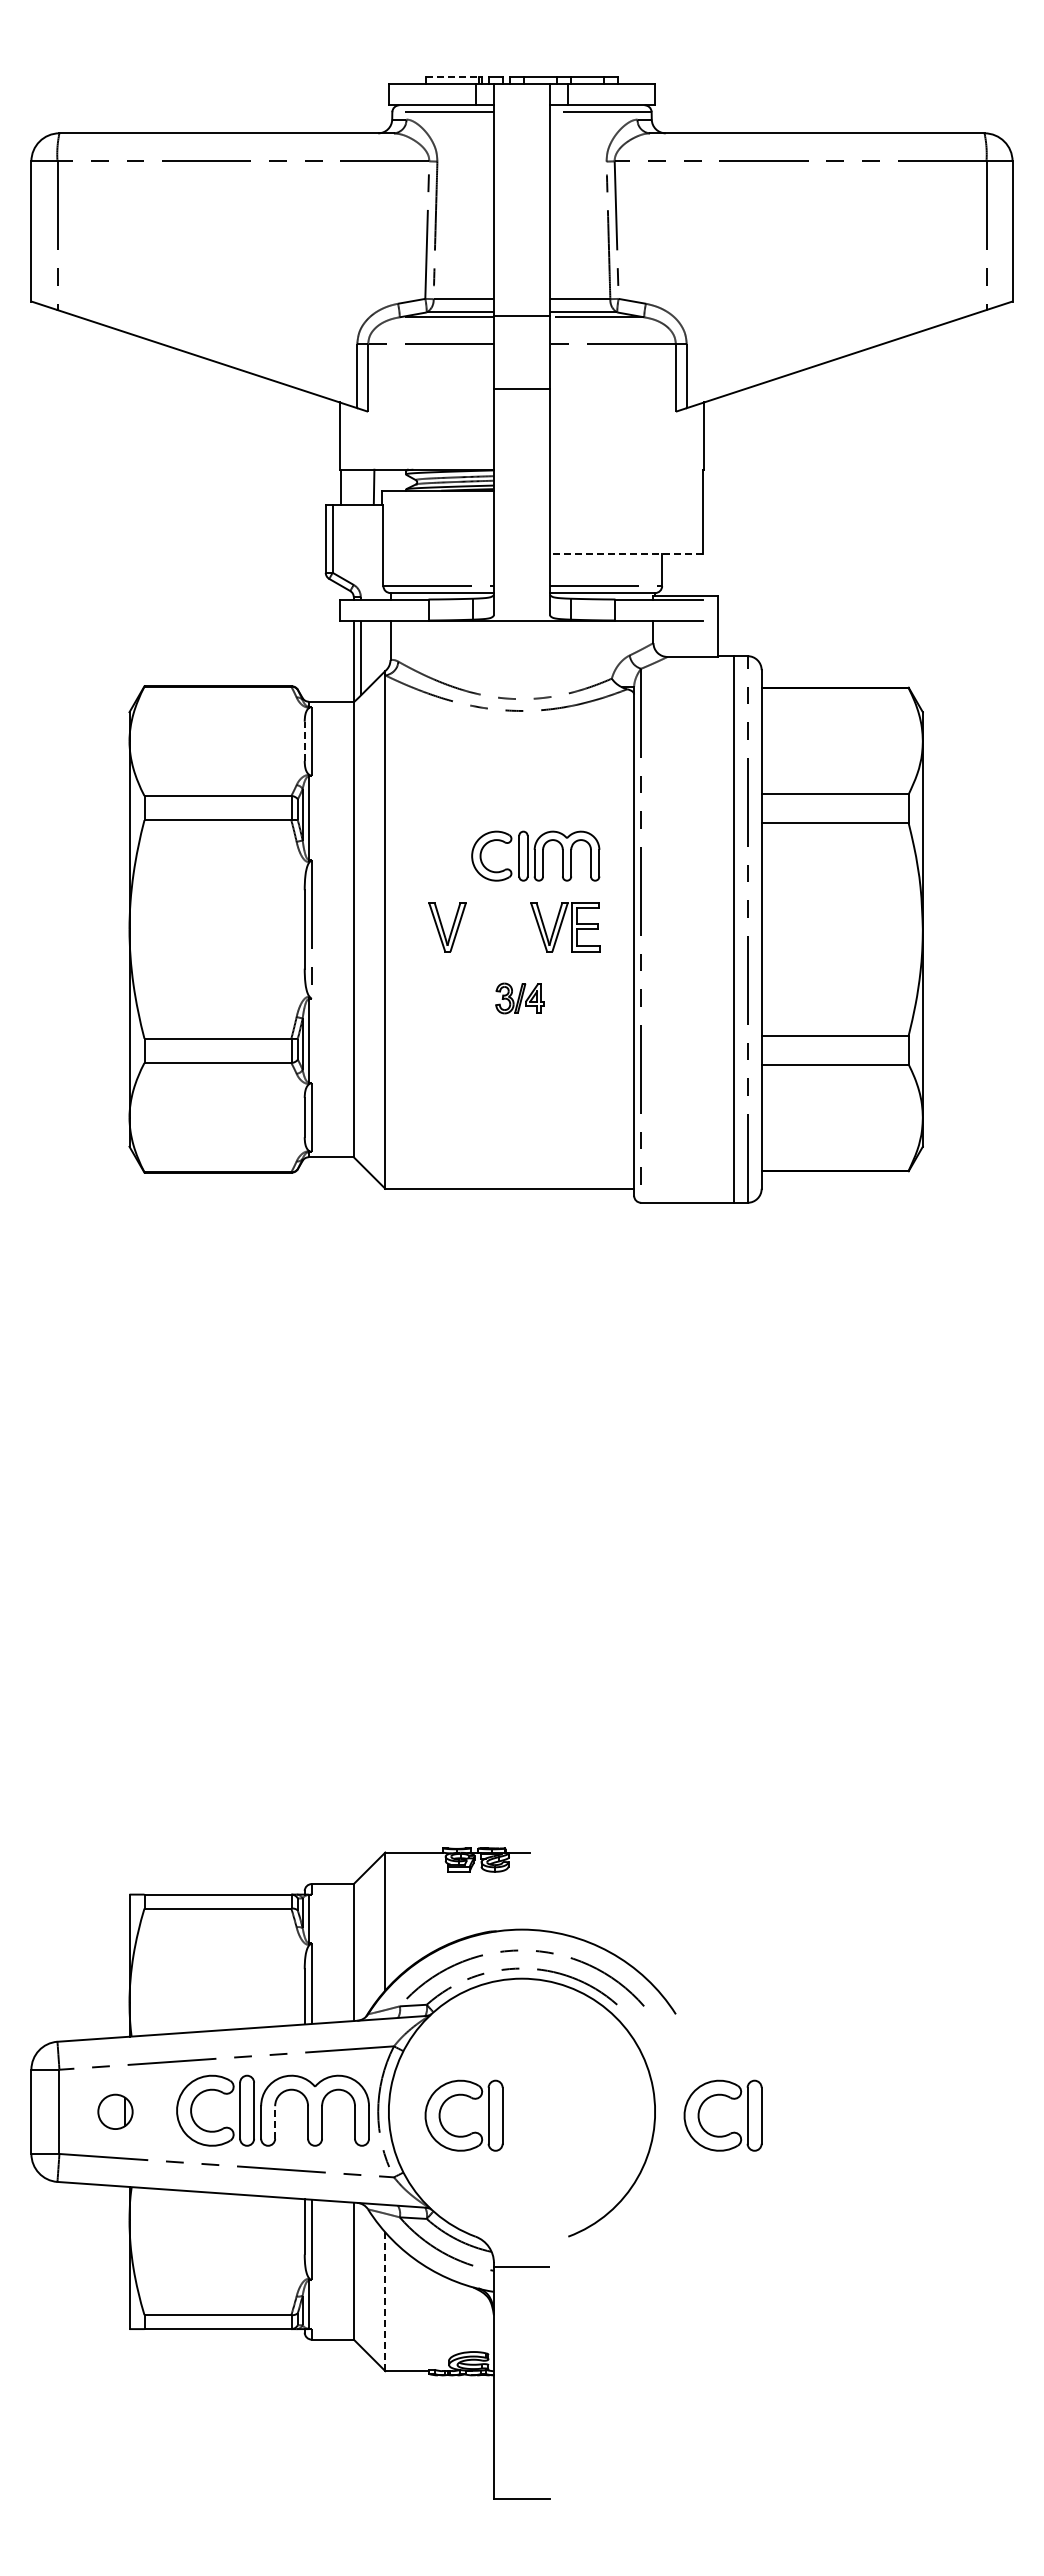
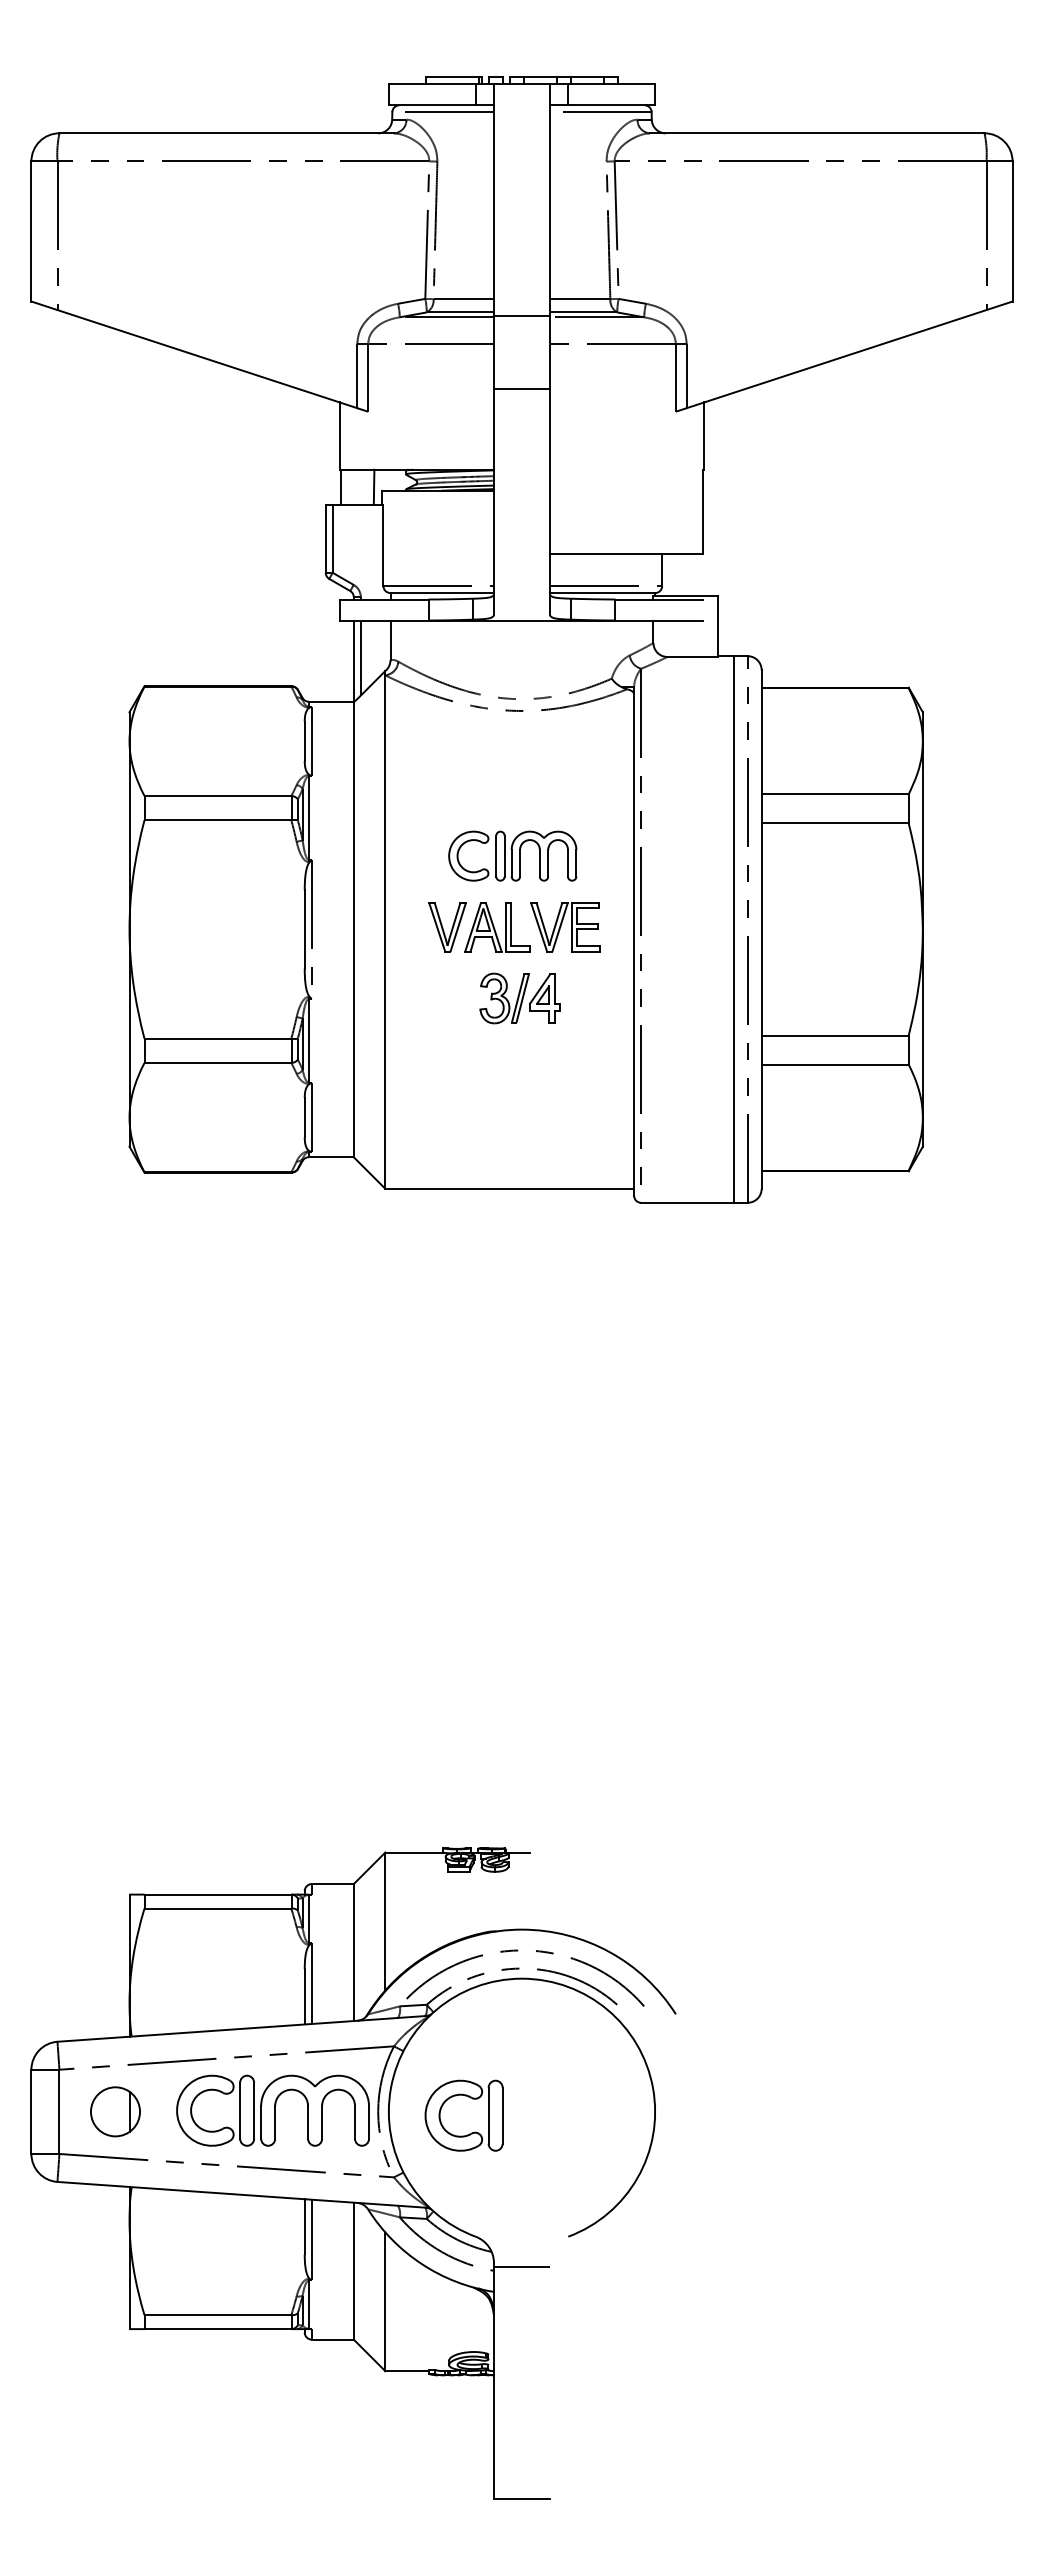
line at (452, 77): dashed -> solid
line at (625, 553): dashed -> solid
line at (304, 741): dashed -> solid
part at (535, 855) position: (535, 855) -> (512, 855)
part at (497, 927): none -> present
part at (519, 998) size: 50x33 px -> 82x53 px
part at (731, 2099): present -> none
part at (115, 2111) size: 37x37 px -> 51x52 px
line at (275, 2122): dashed -> solid
line at (385, 2301): dashed -> solid
